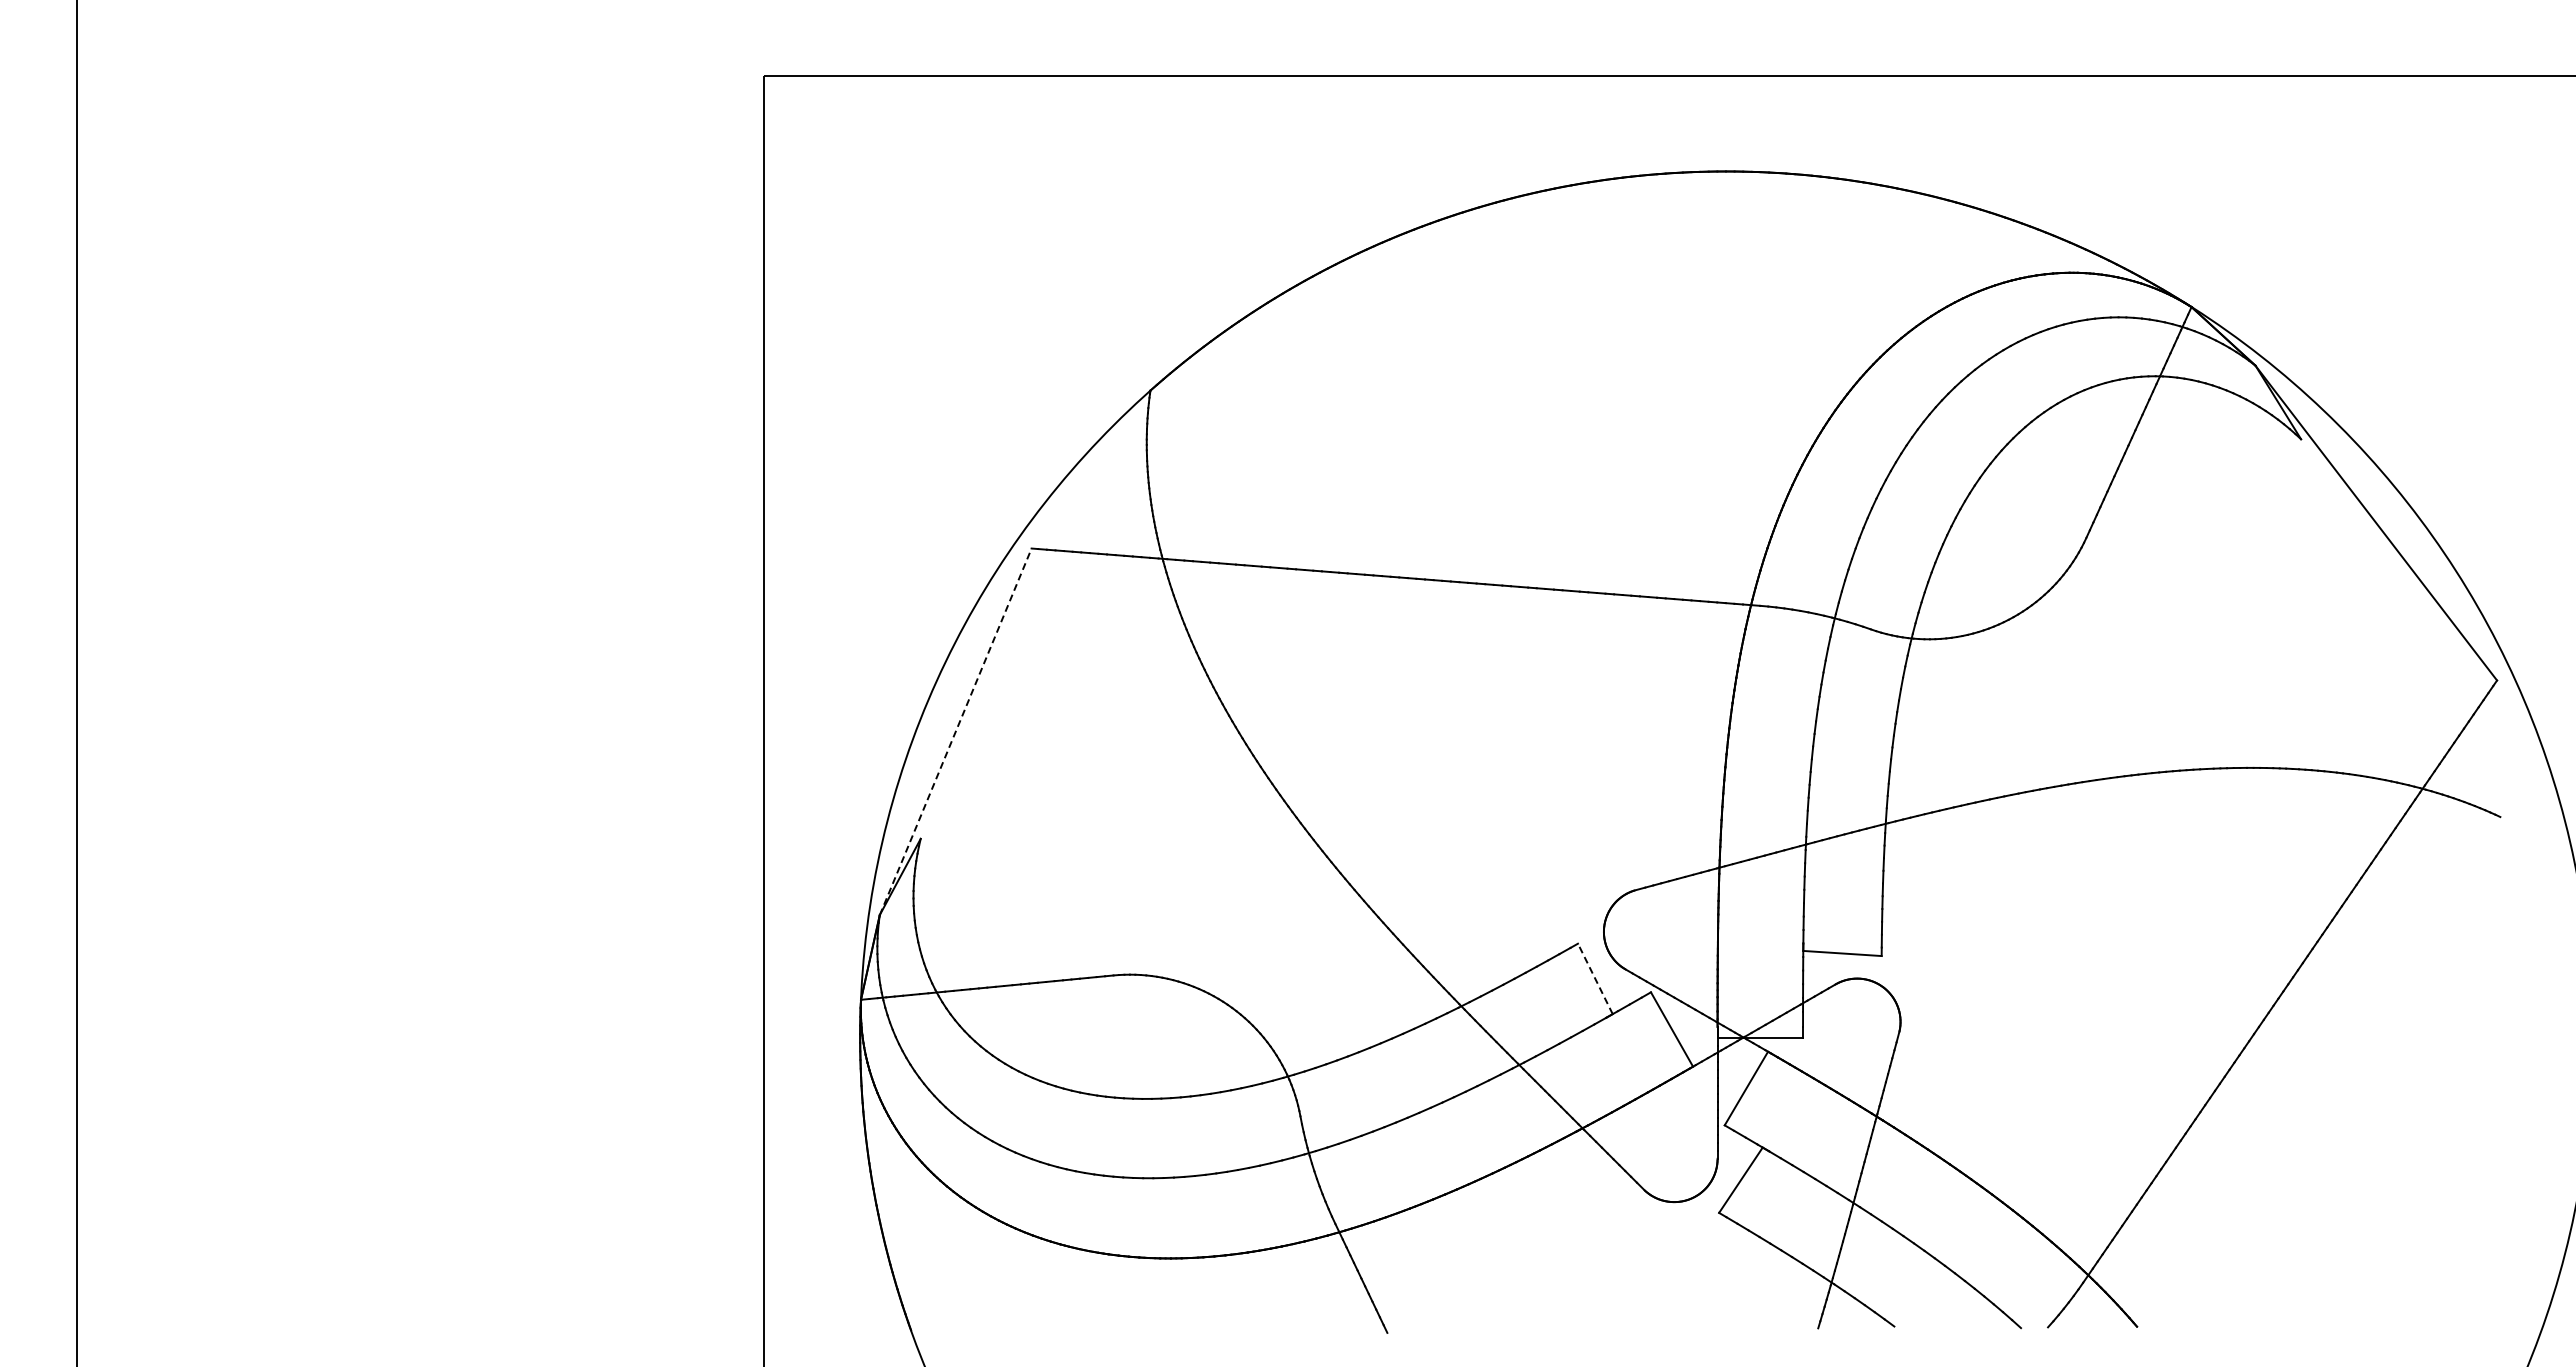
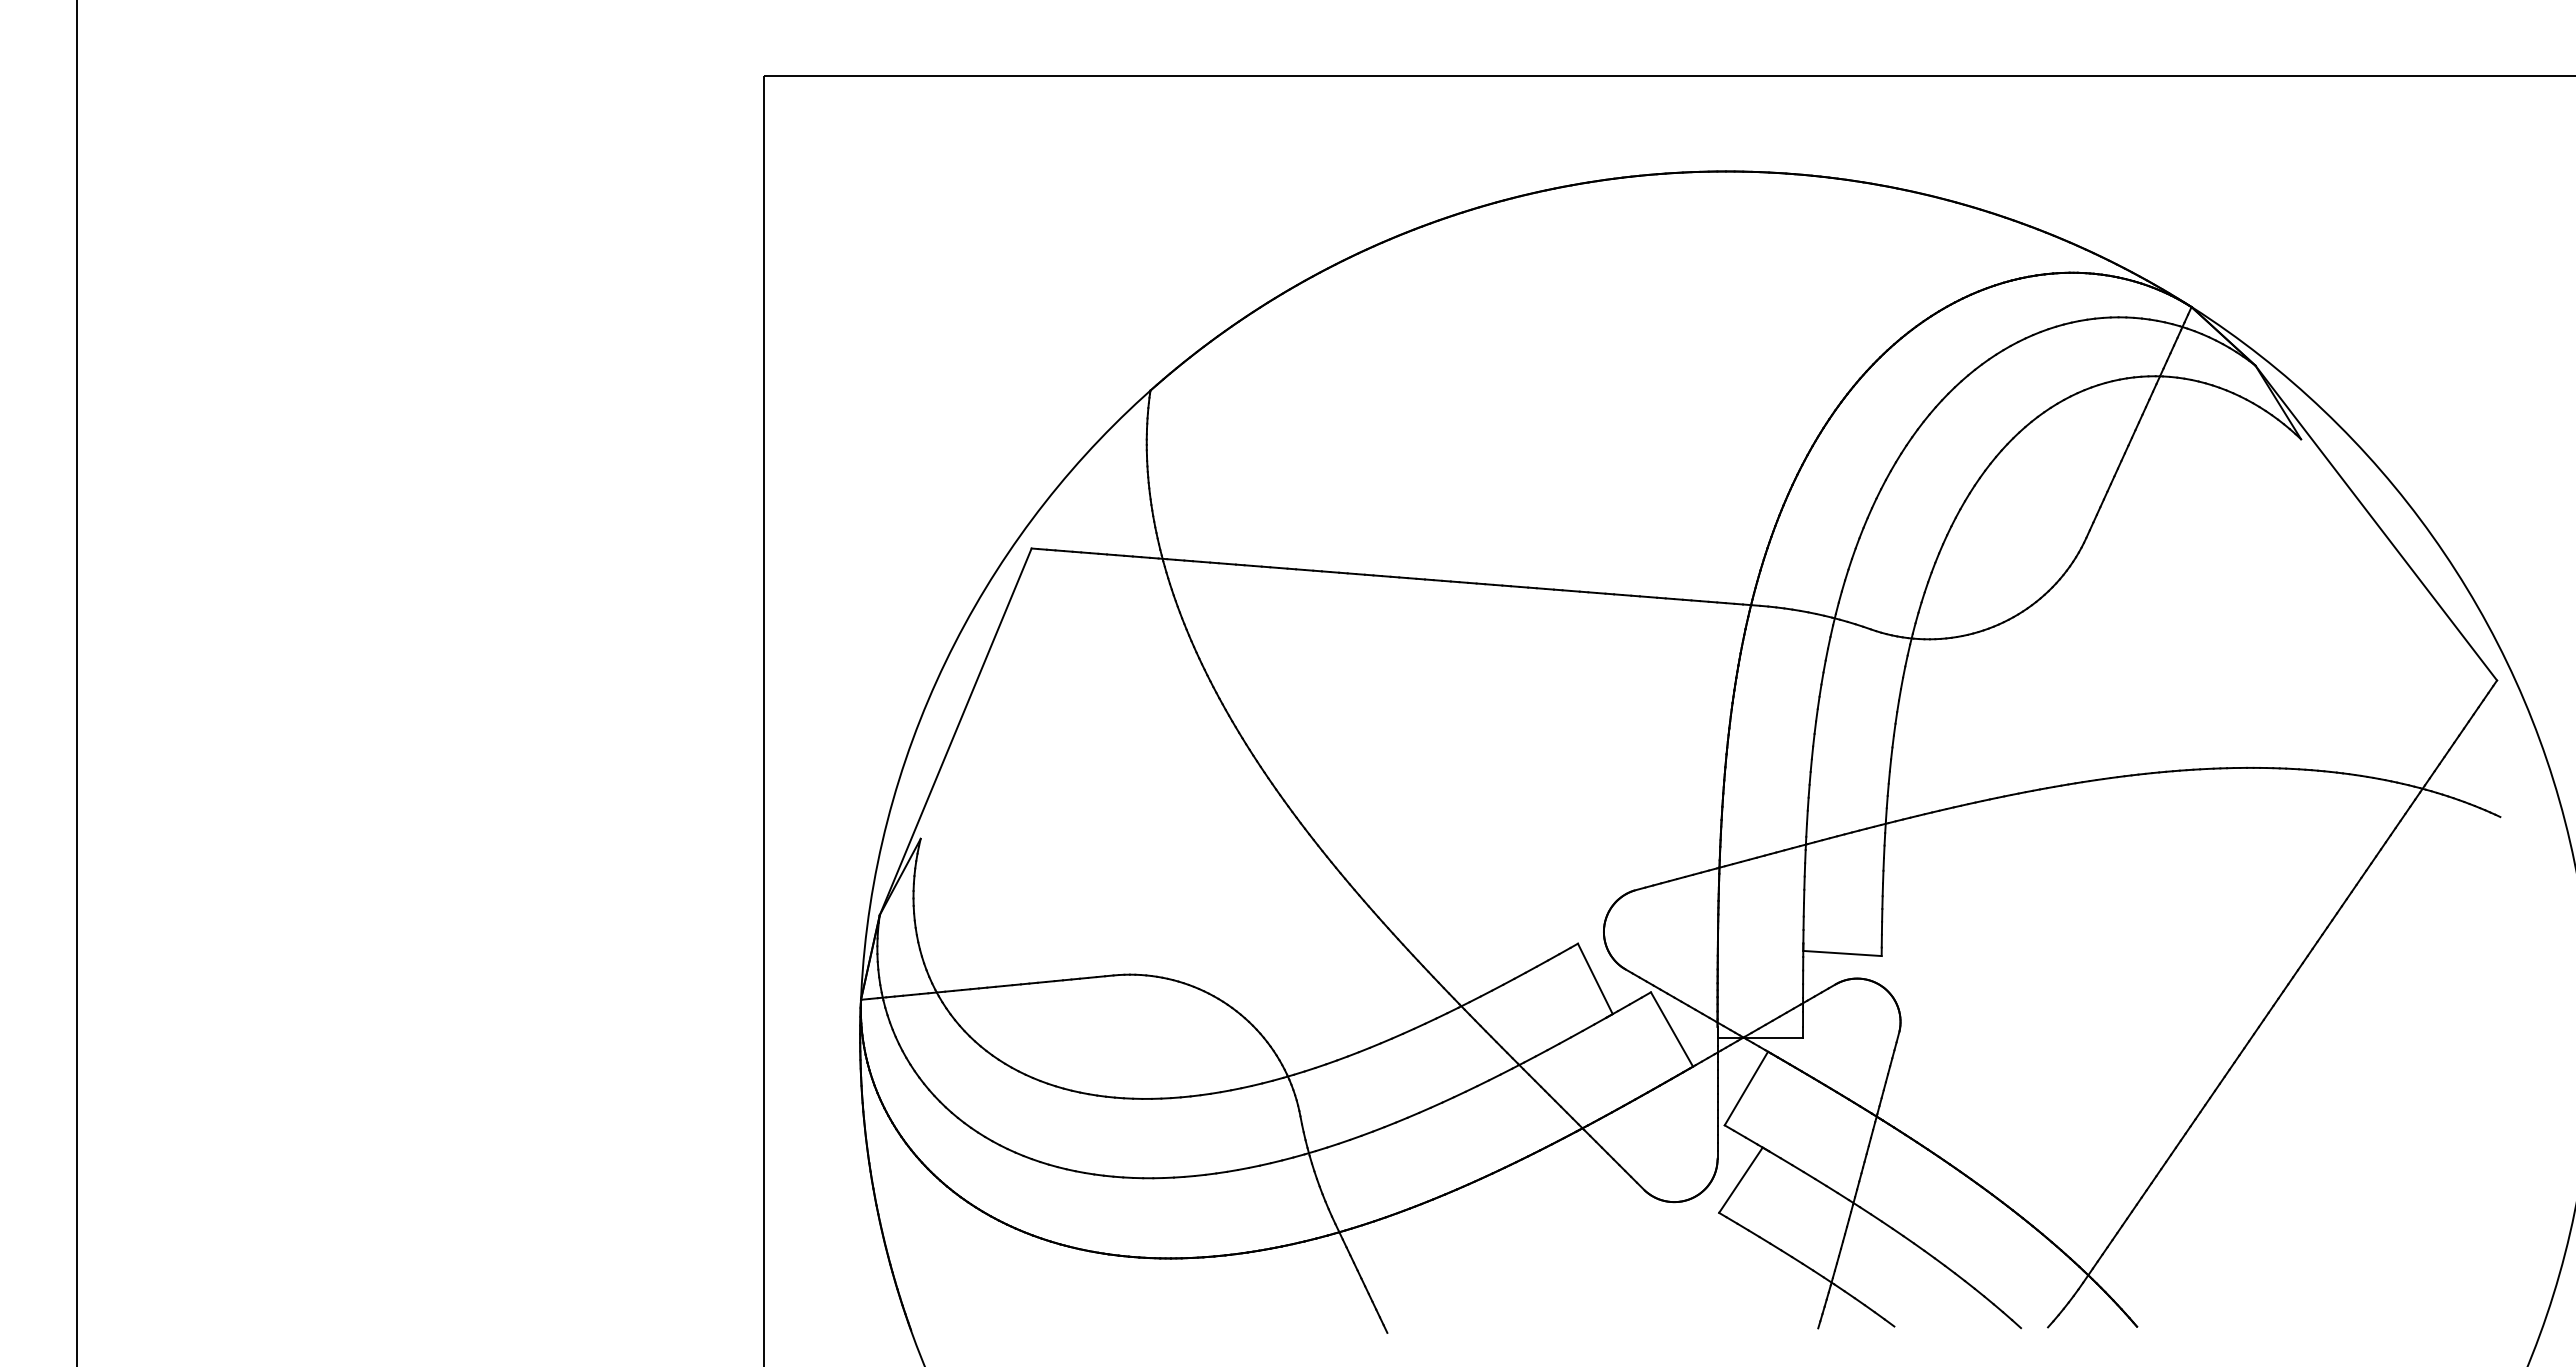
line at (955, 731): dashed -> solid
line at (1595, 978): dashed -> solid
